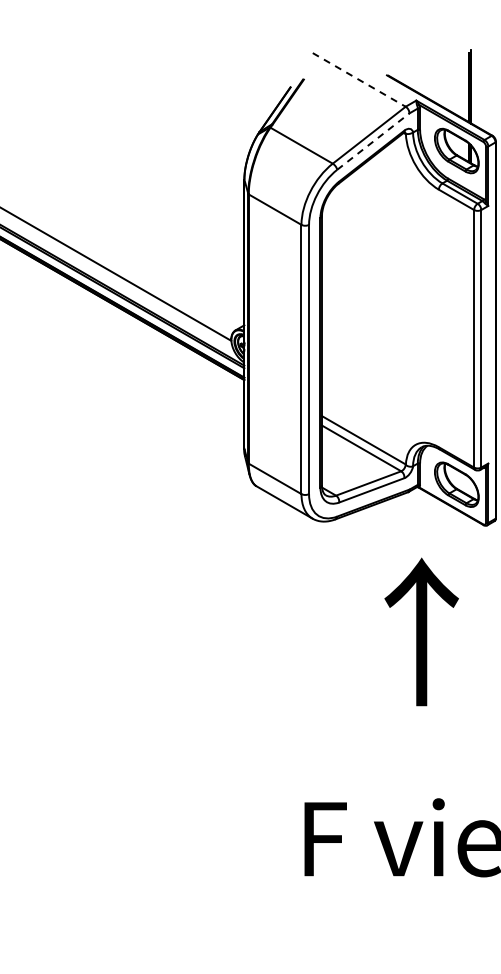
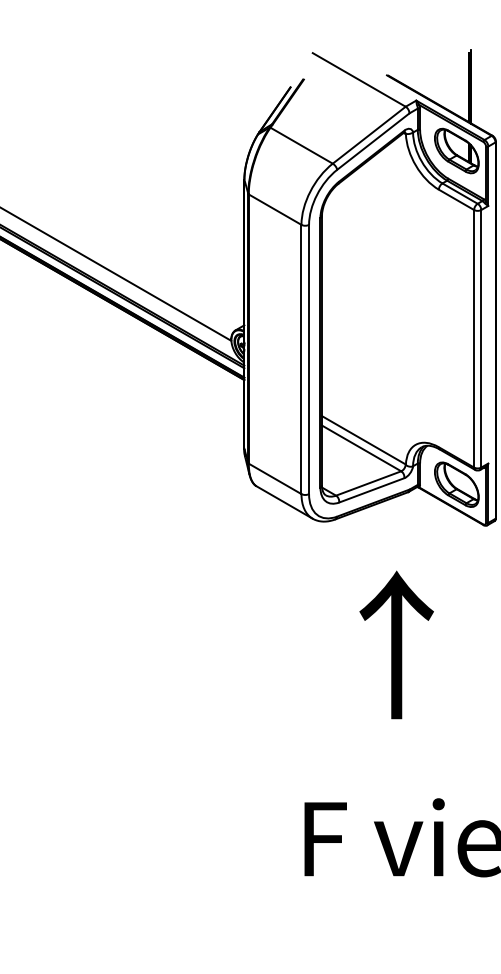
line at (359, 79): dashed -> solid
line at (373, 141): dashed -> solid
text at (421, 631) position: (421, 631) -> (396, 644)
